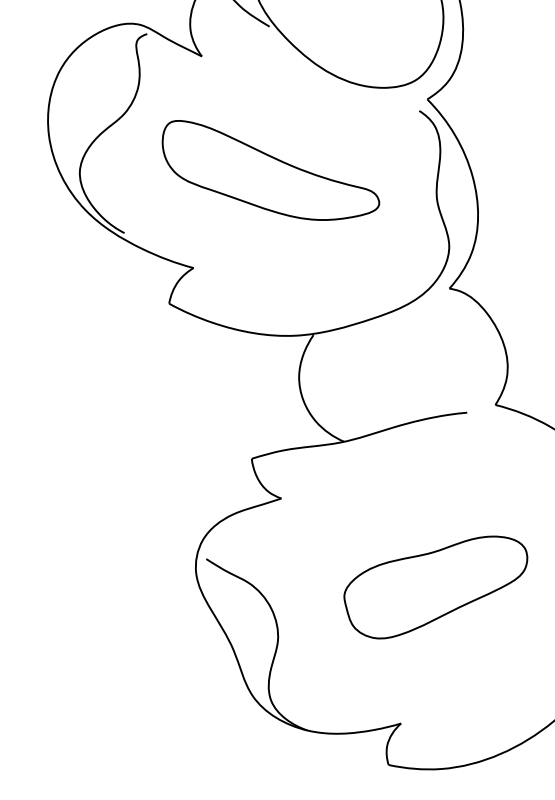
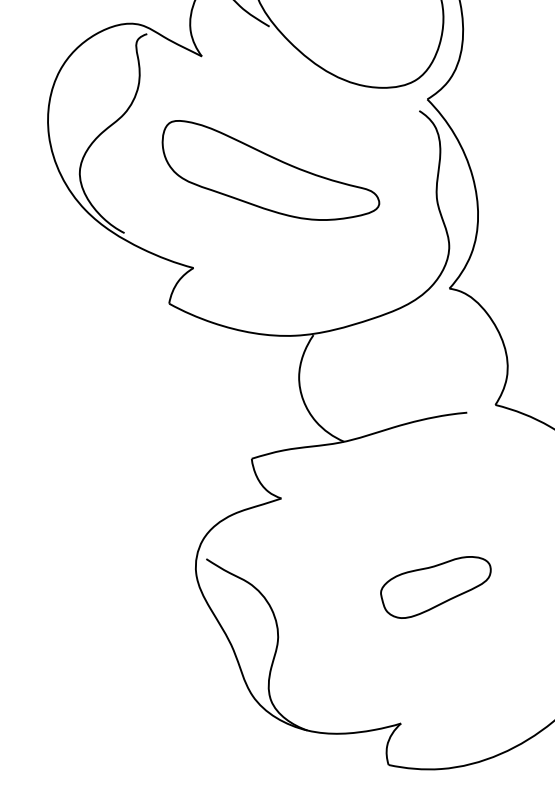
part at (435, 587) size: 186x105 px -> 112x63 px
